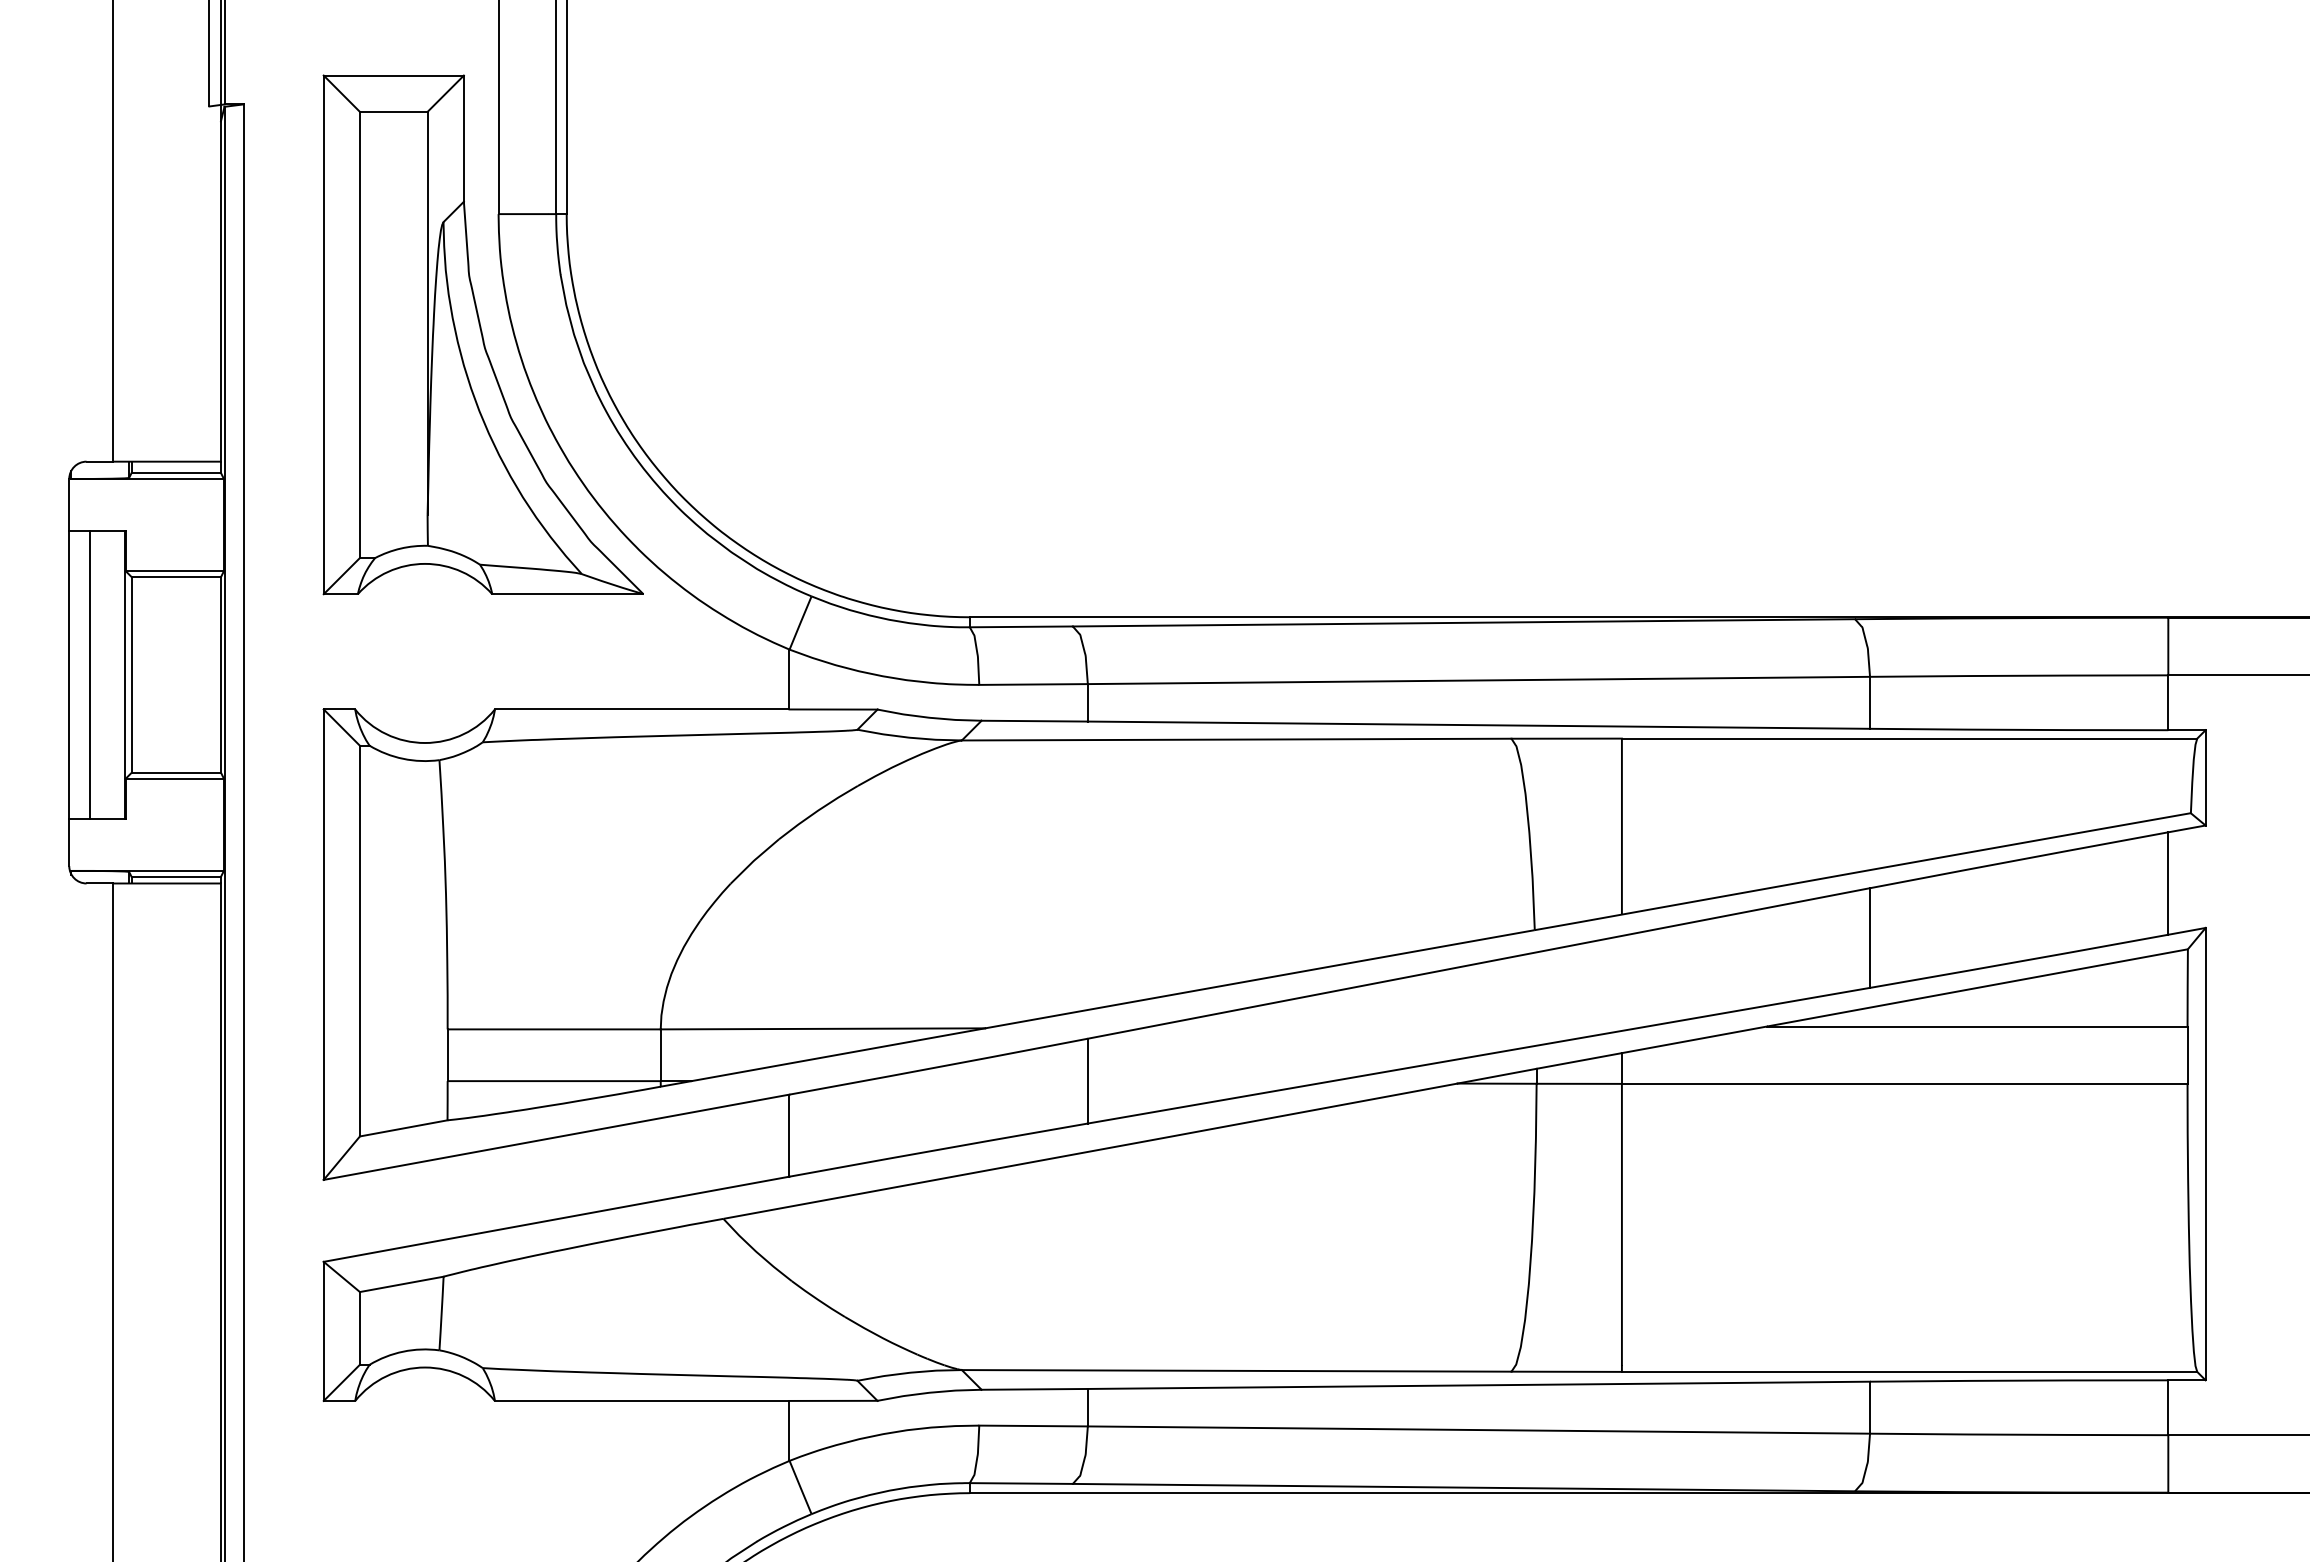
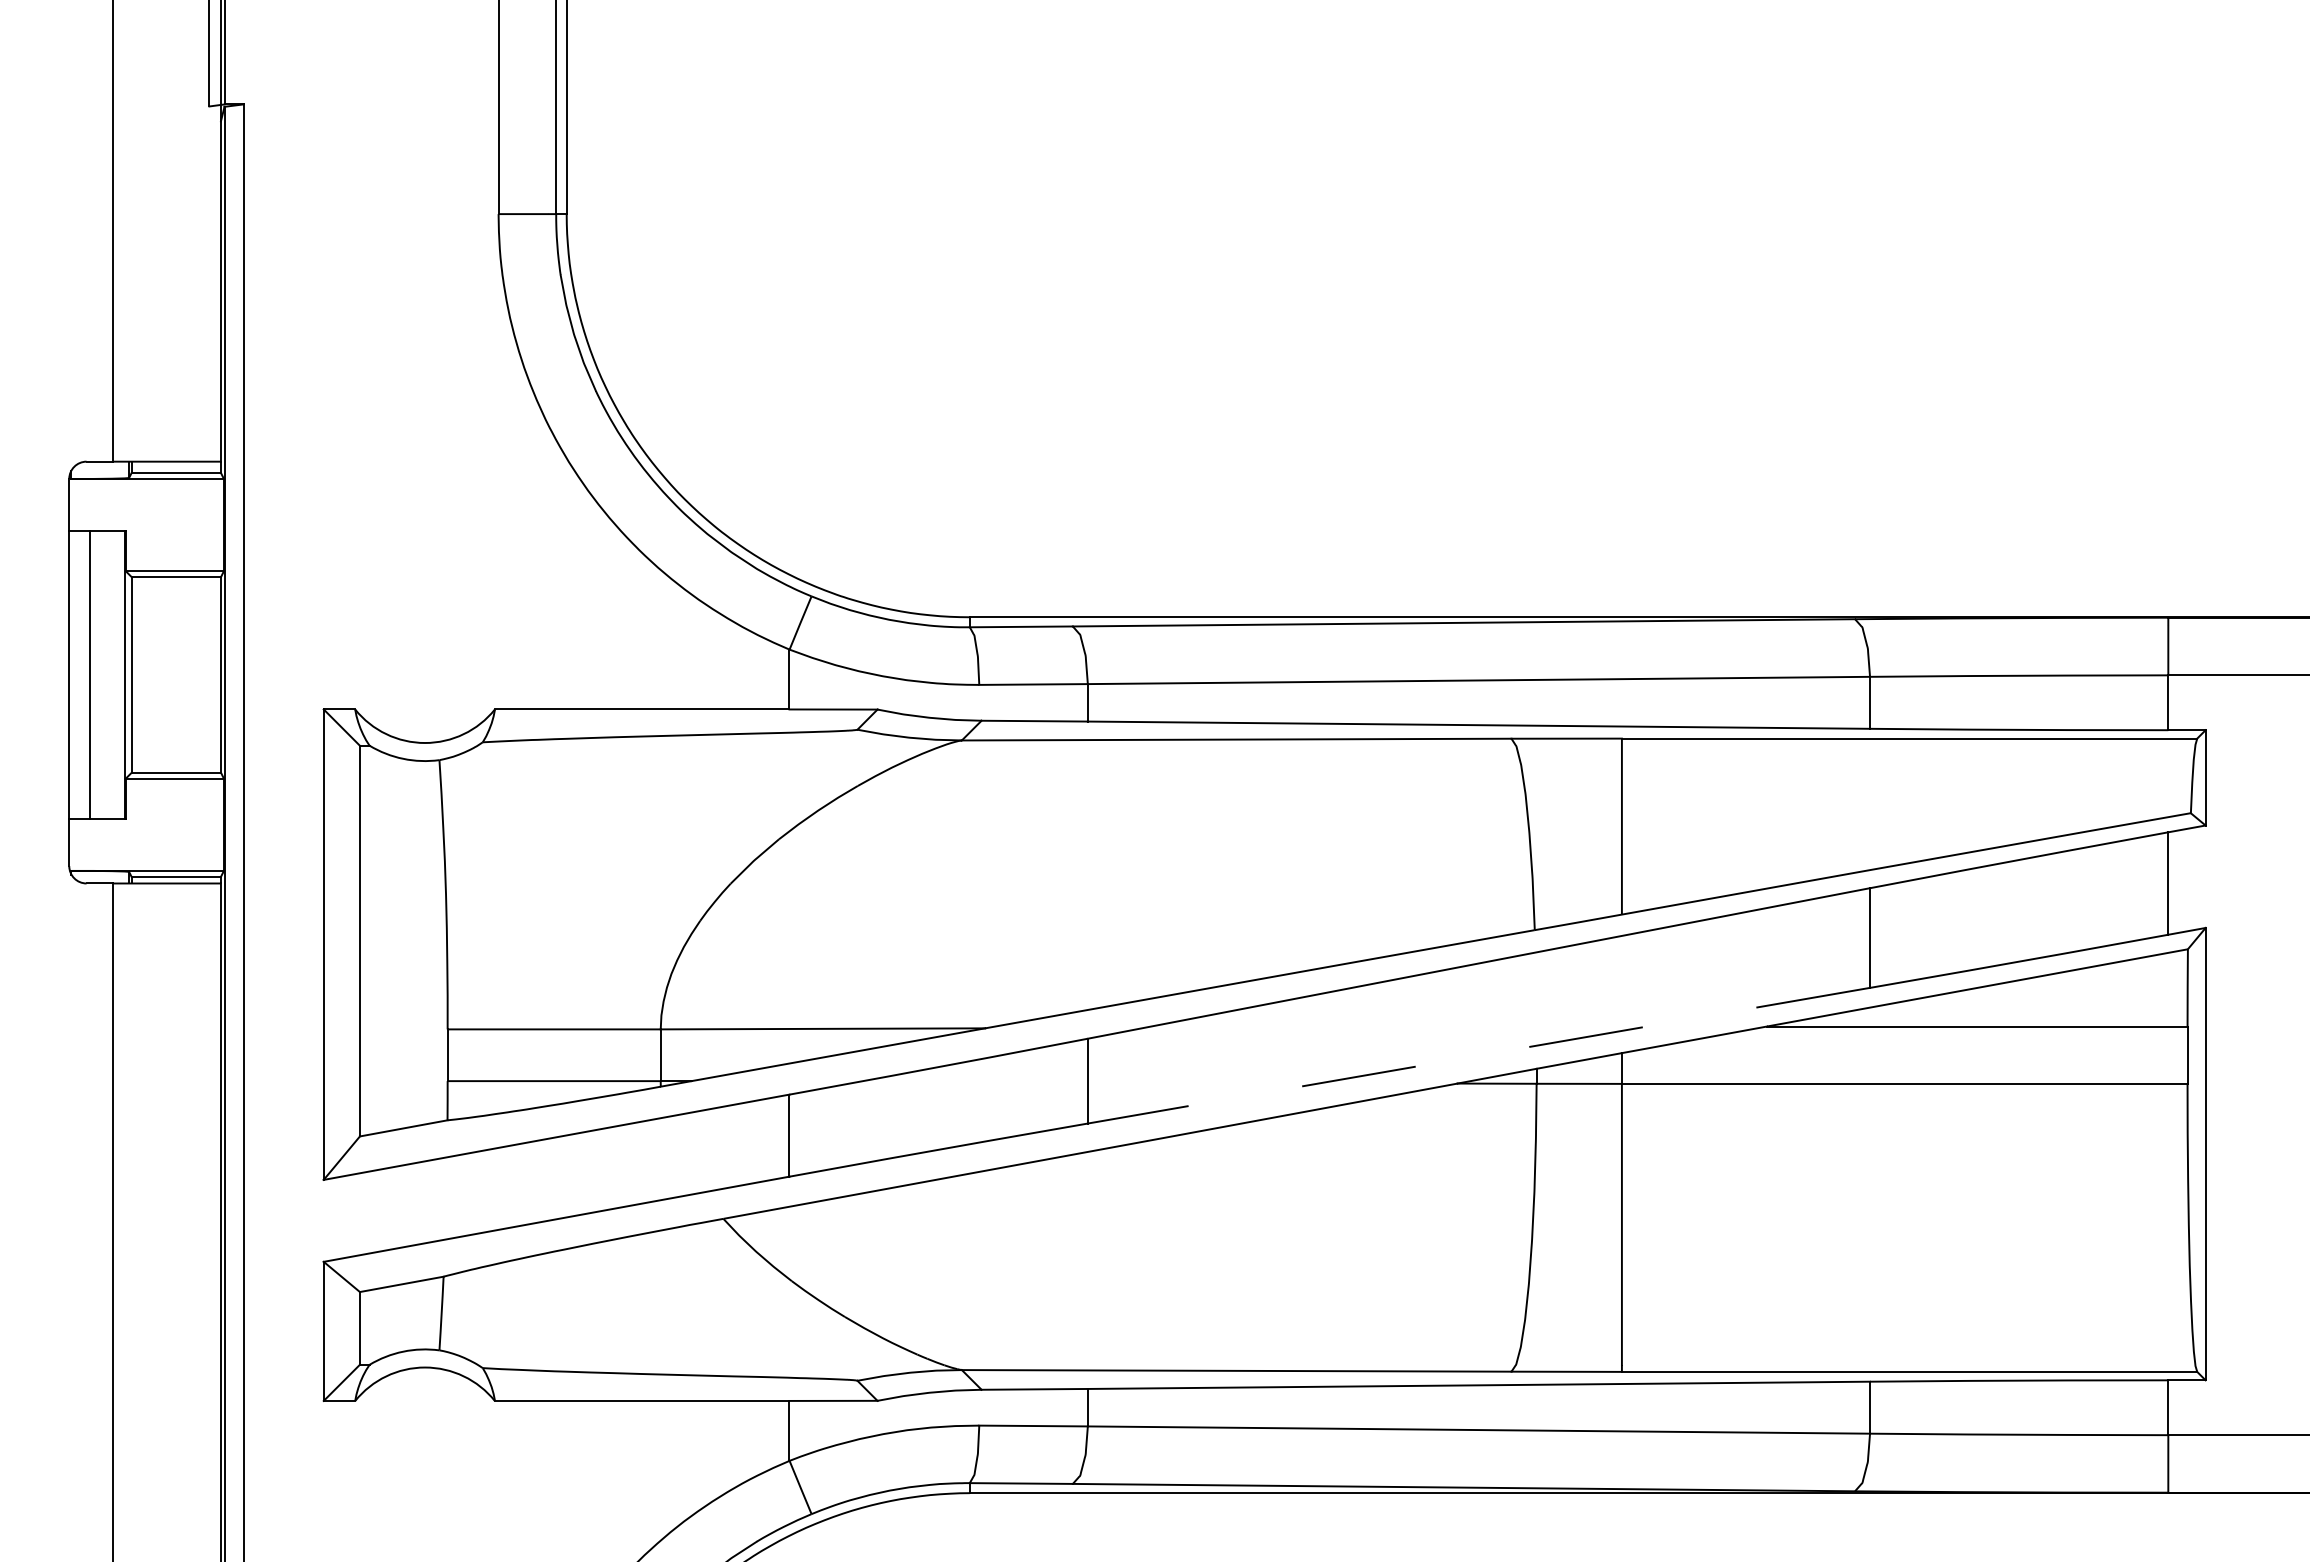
part at (482, 334): present -> none
line at (1478, 1055): solid -> dashed
